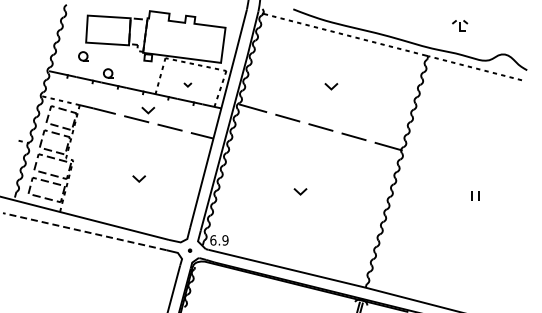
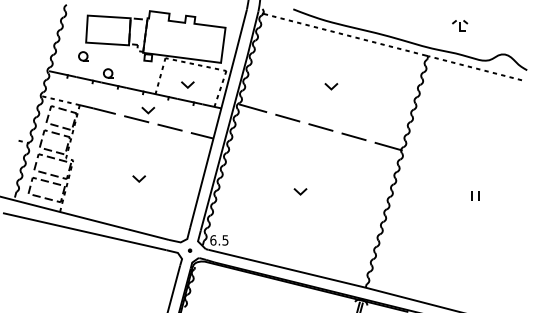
part at (187, 84) size: 10x6 px -> 14x8 px
line at (84, 231): dashed -> solid
text at (225, 240): 6.9 -> 6.5
